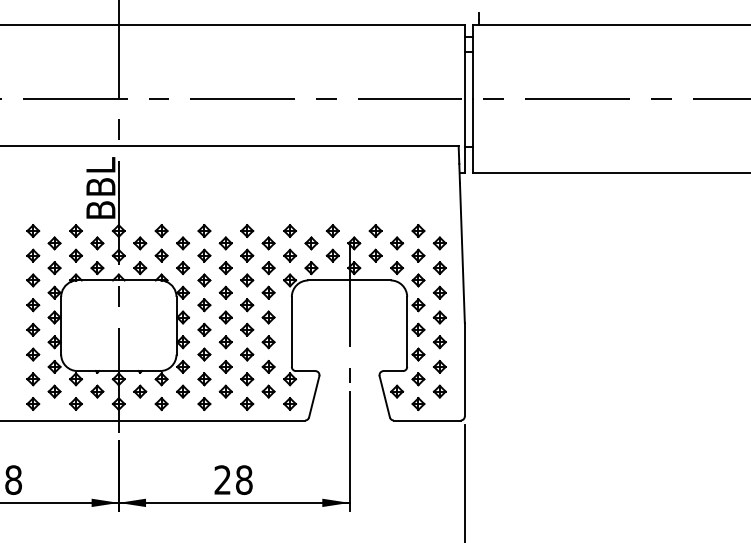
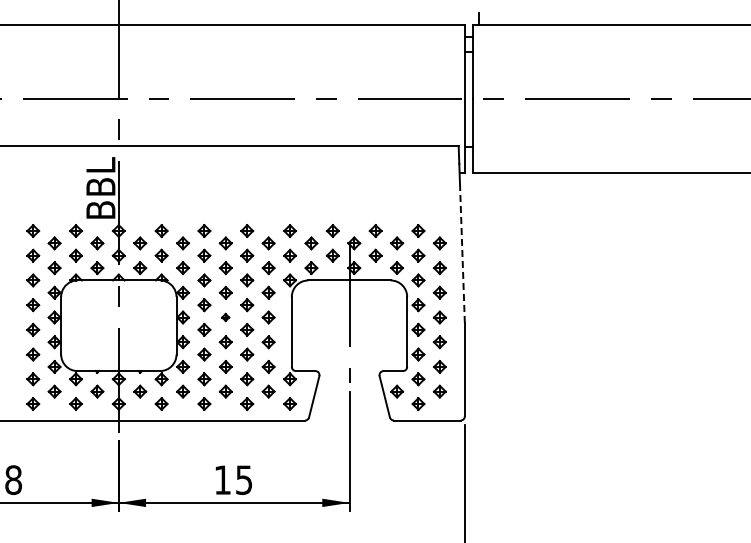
line at (462, 253): solid -> dashed
part at (225, 317) size: 15x15 px -> 10x11 px
text at (233, 480): 28 -> 15
